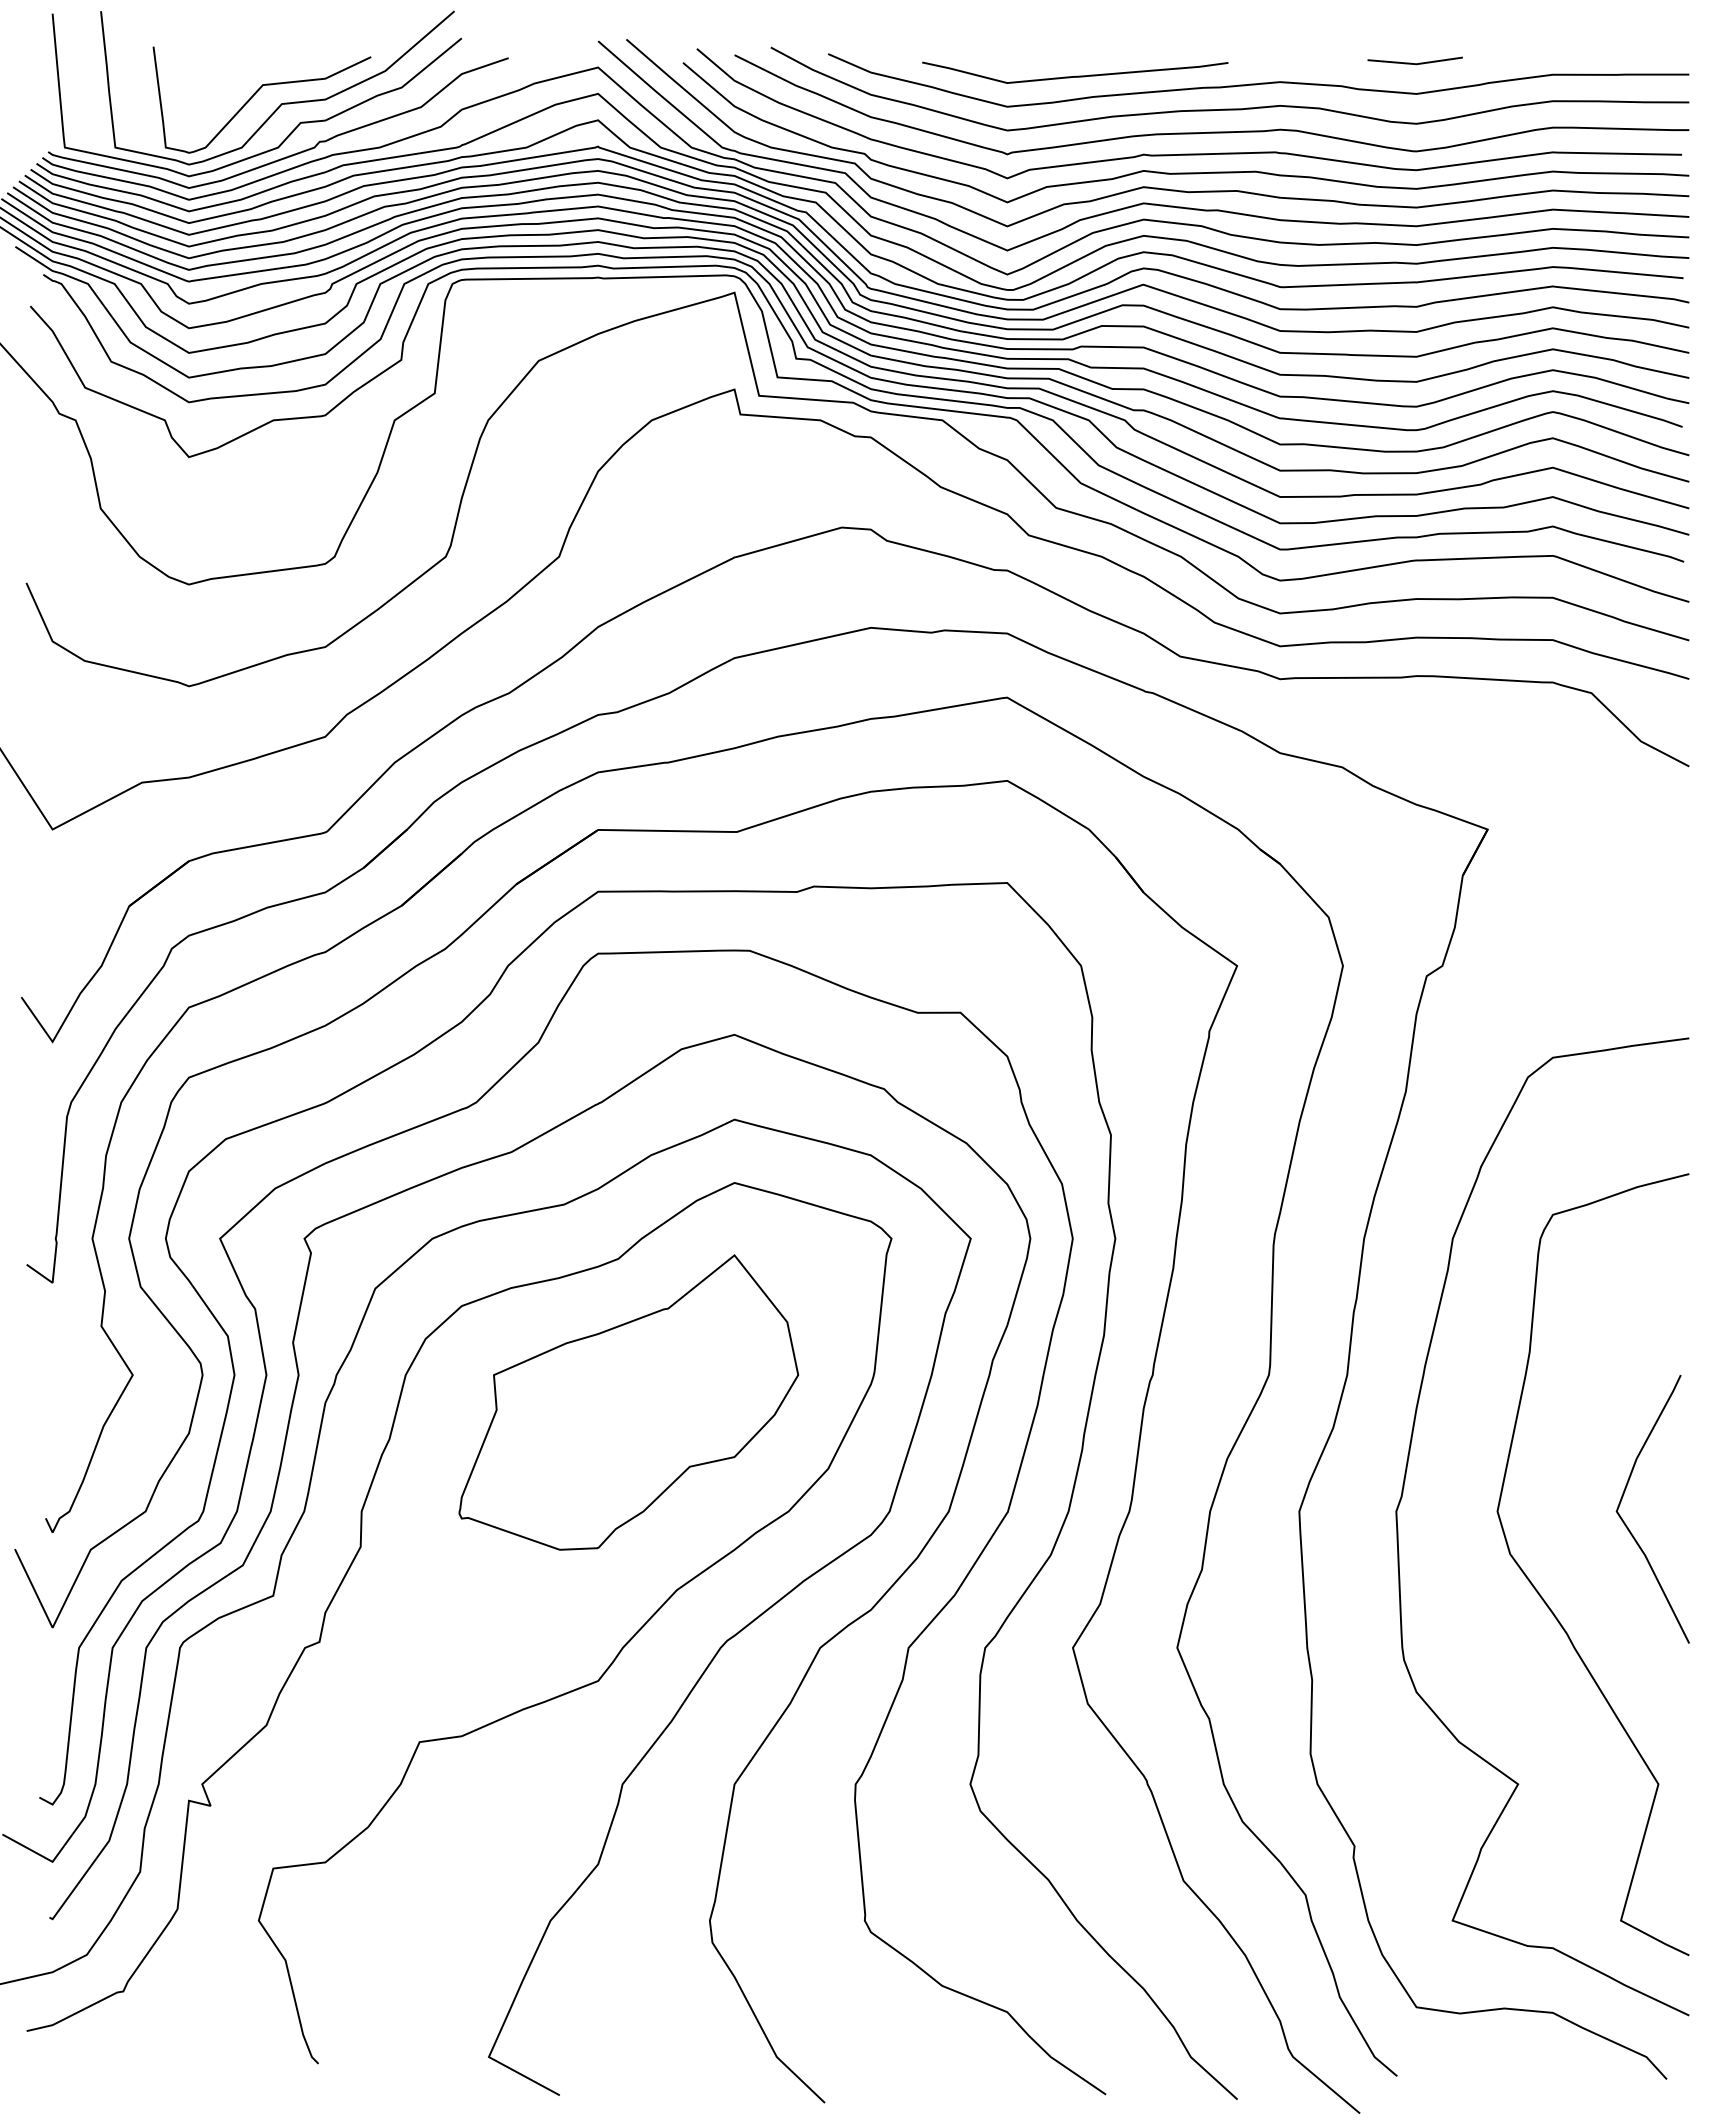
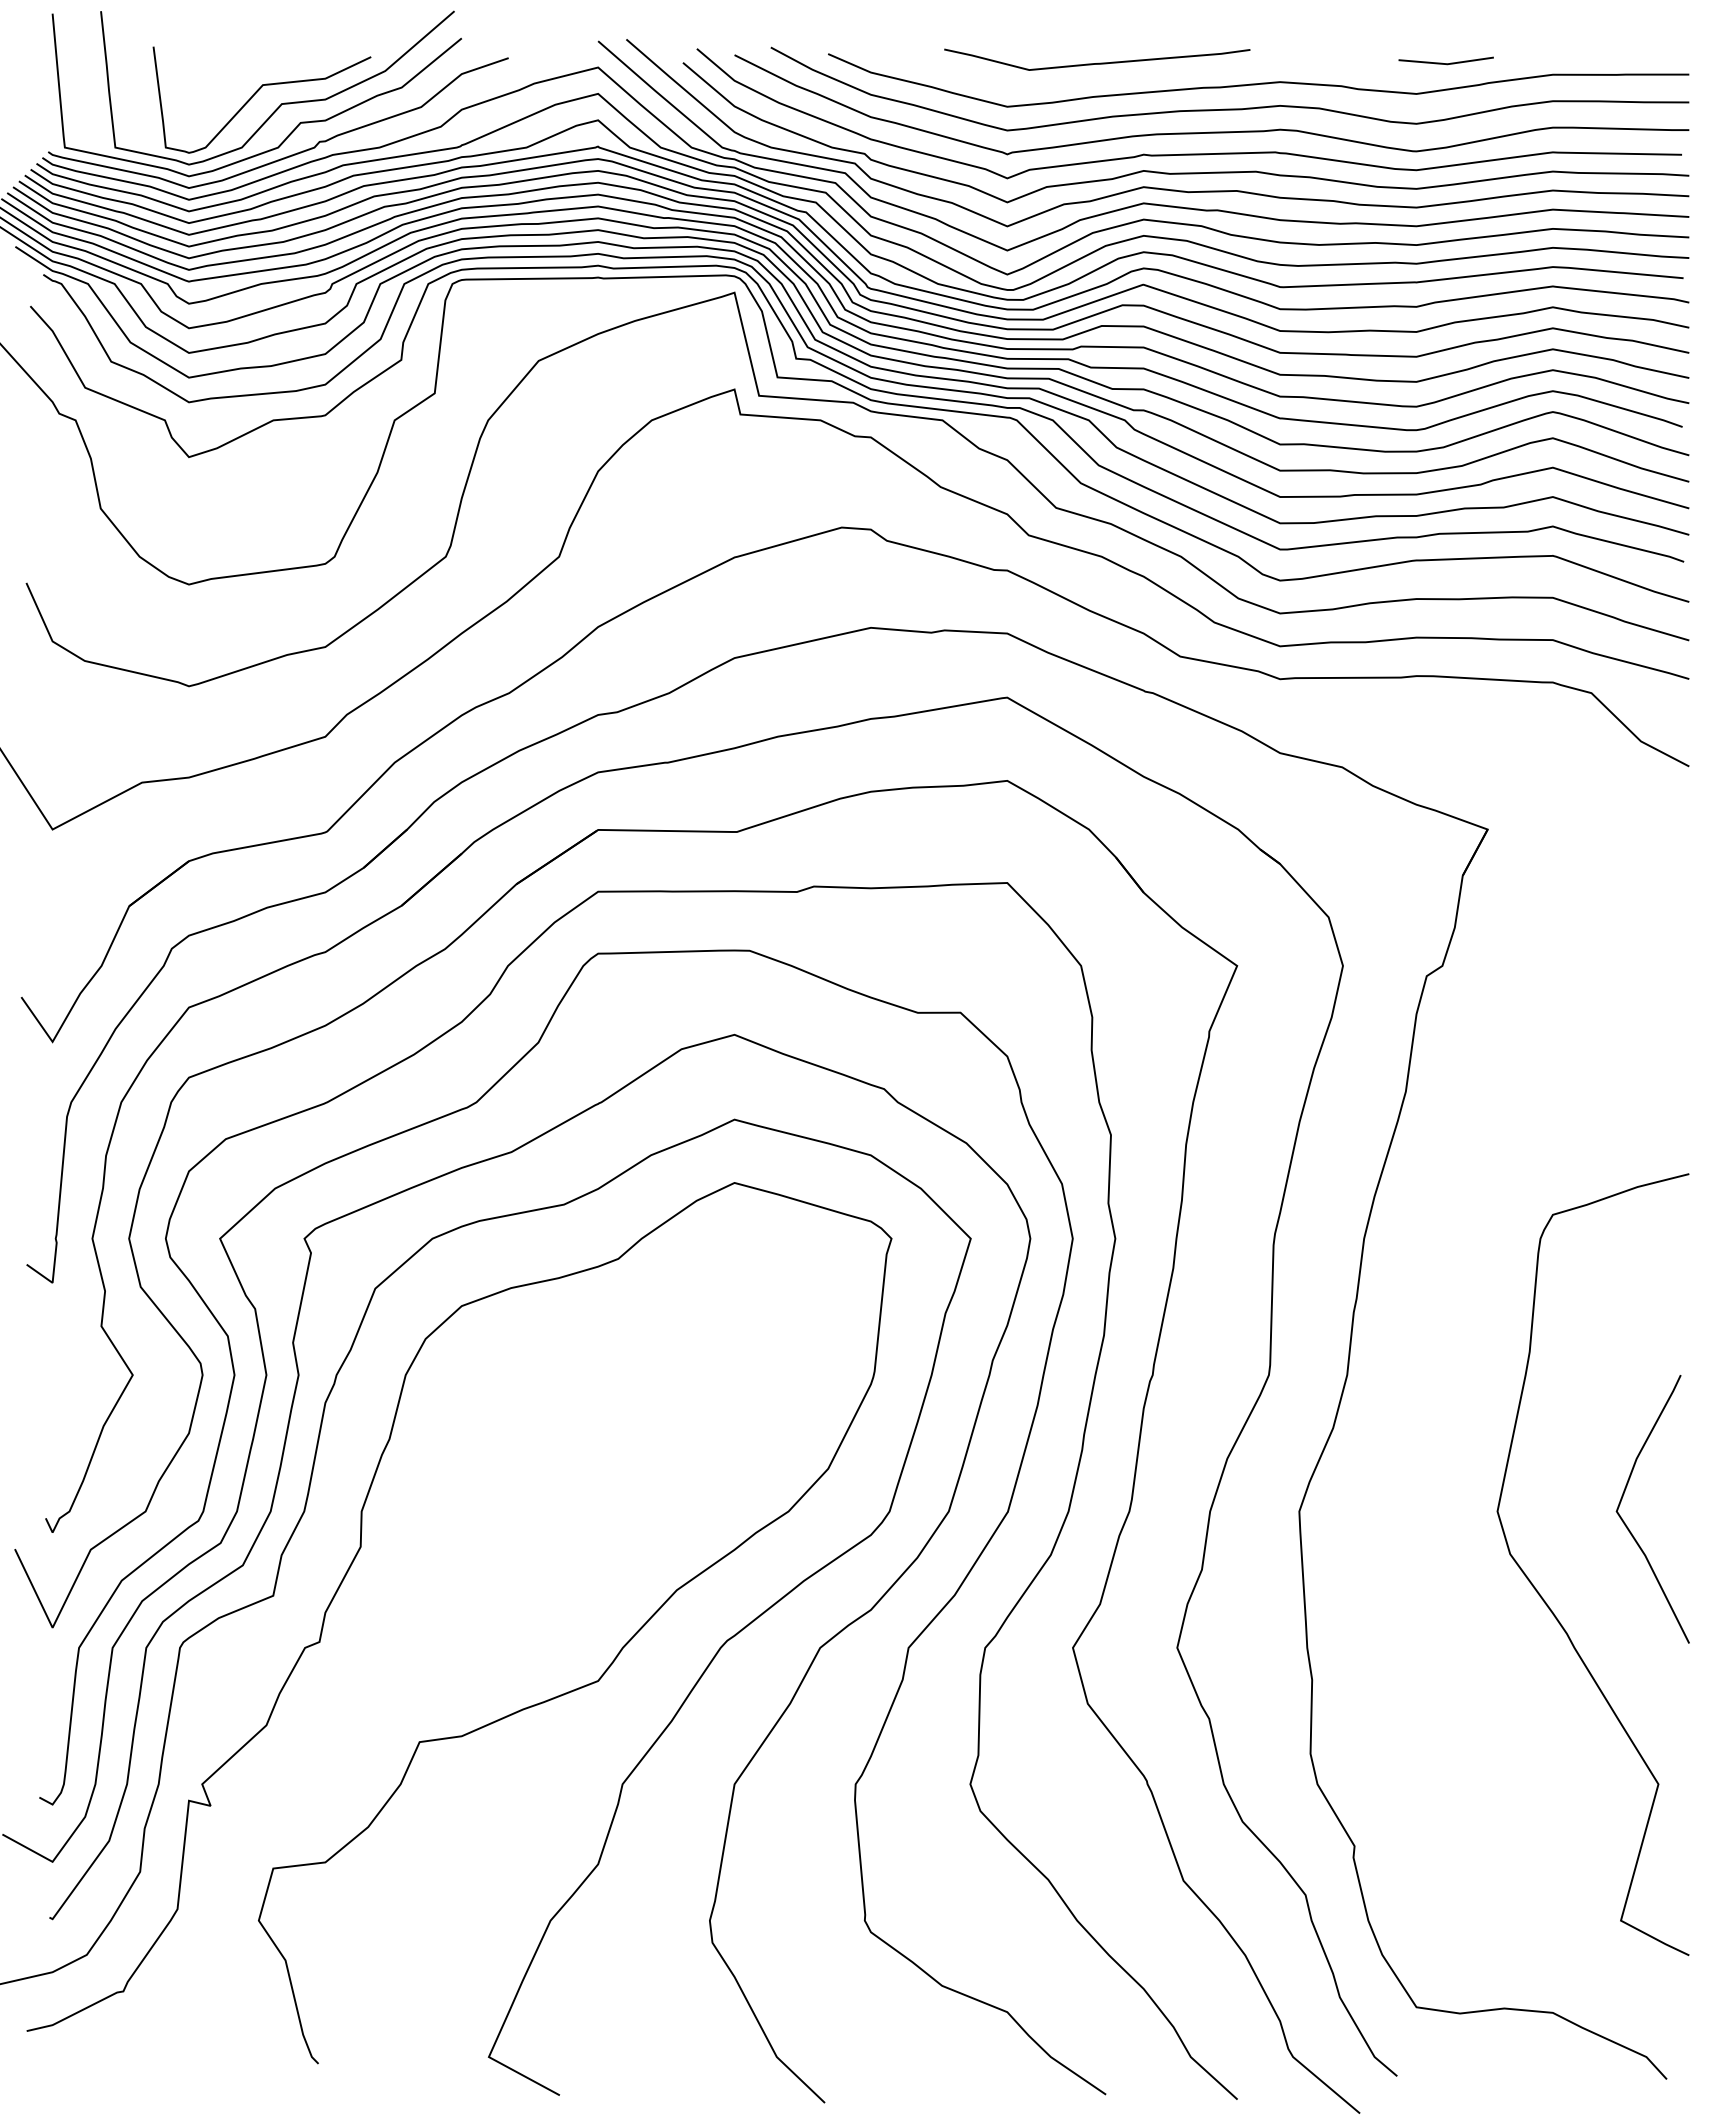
line at (1414, 63) position: (1414, 63) -> (1445, 63)
curve at (1076, 75) position: (1076, 75) -> (1098, 62)
part at (628, 1402): present -> none
curve at (1403, 1493): present -> none
